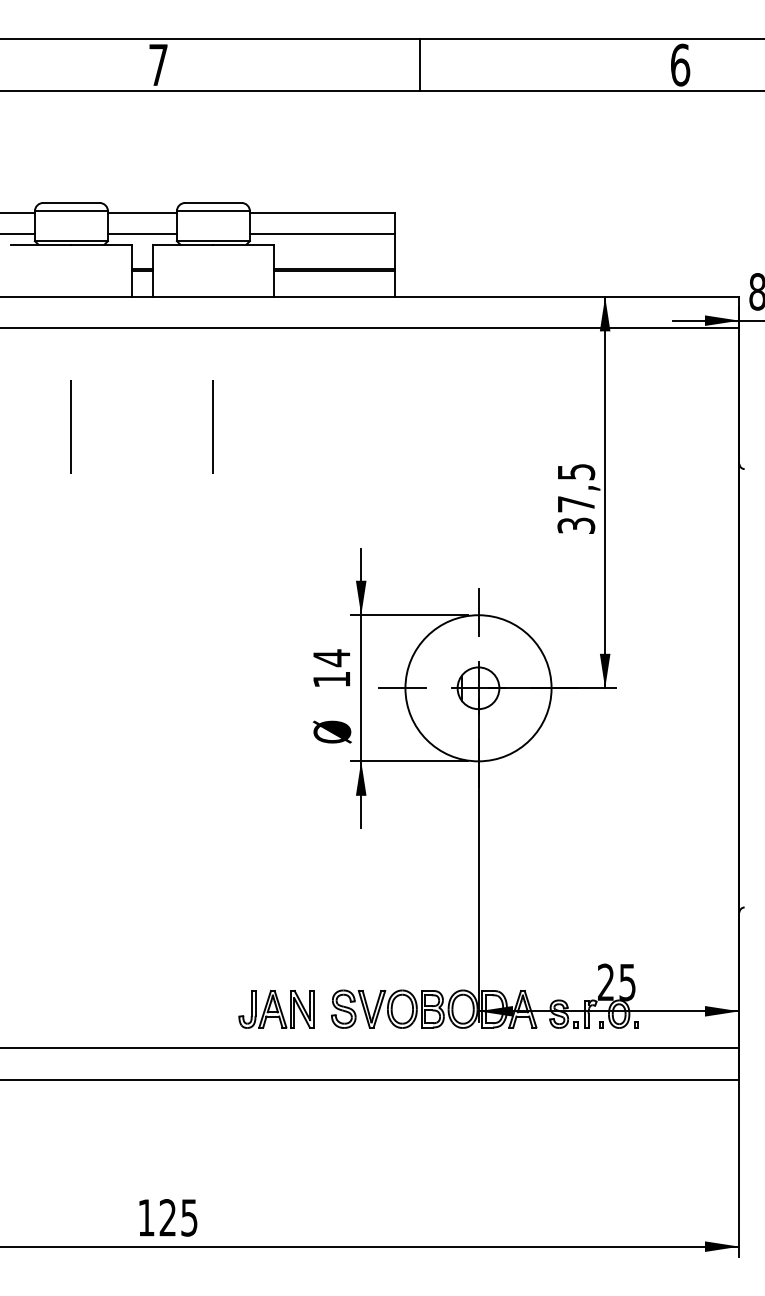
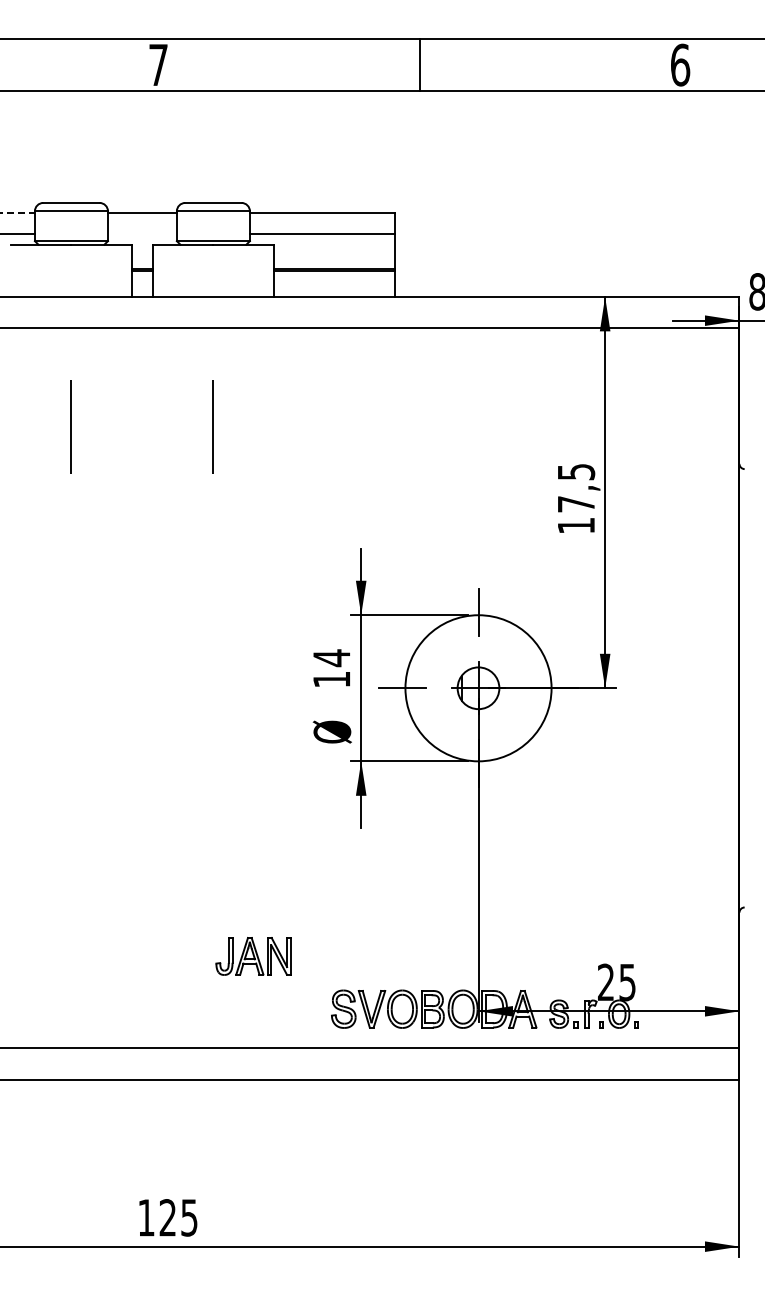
line at (17, 213): solid -> dashed
line at (142, 234): present -> none
text at (576, 525): 37,5 -> 17,5
part at (276, 1009) position: (276, 1009) -> (253, 956)
